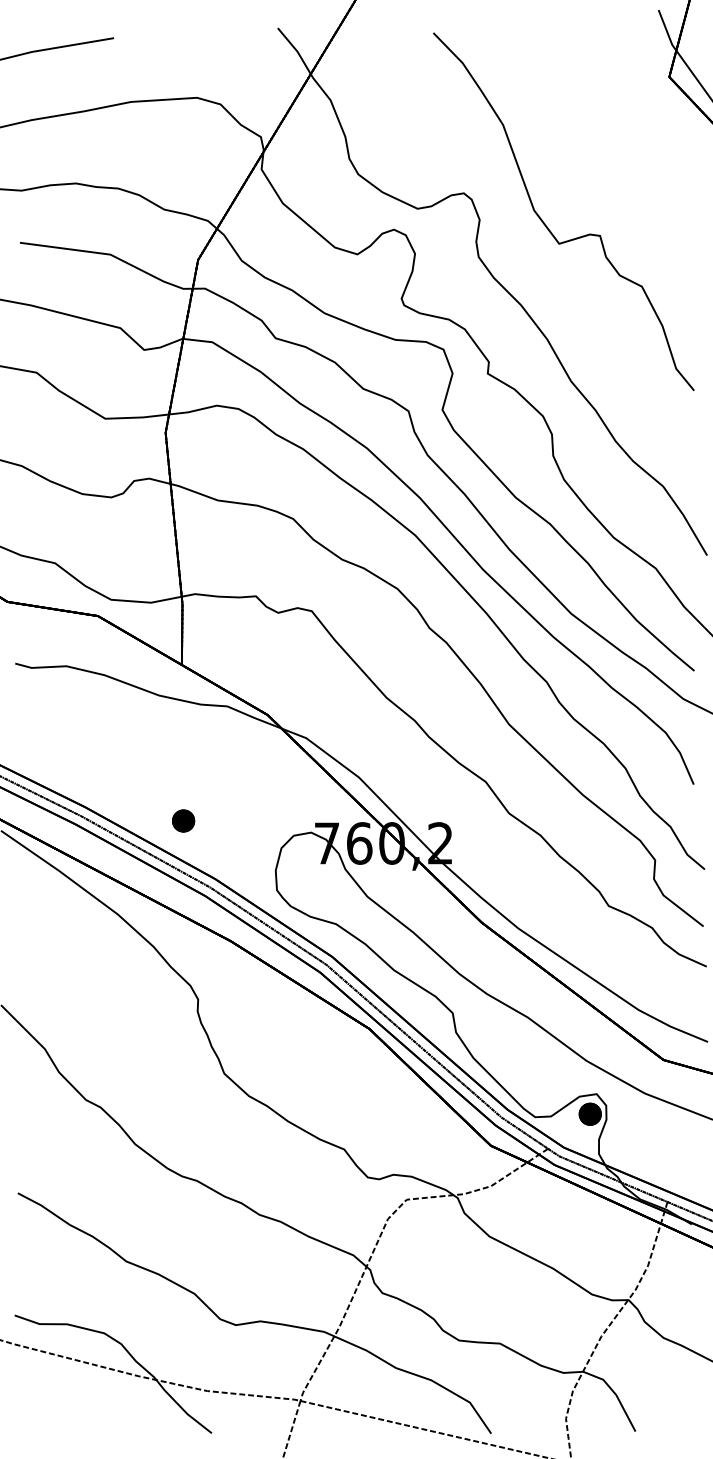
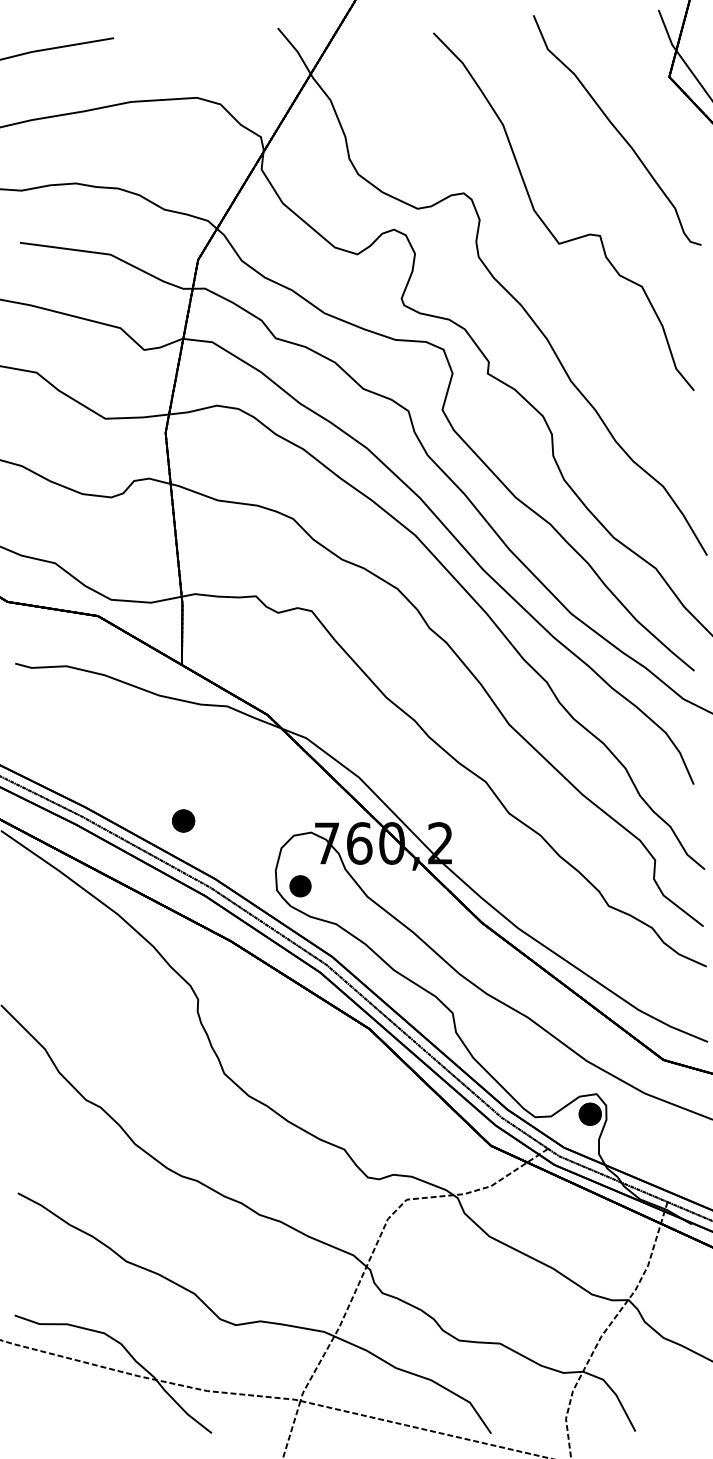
part at (617, 130): none -> present
part at (300, 886): none -> present
